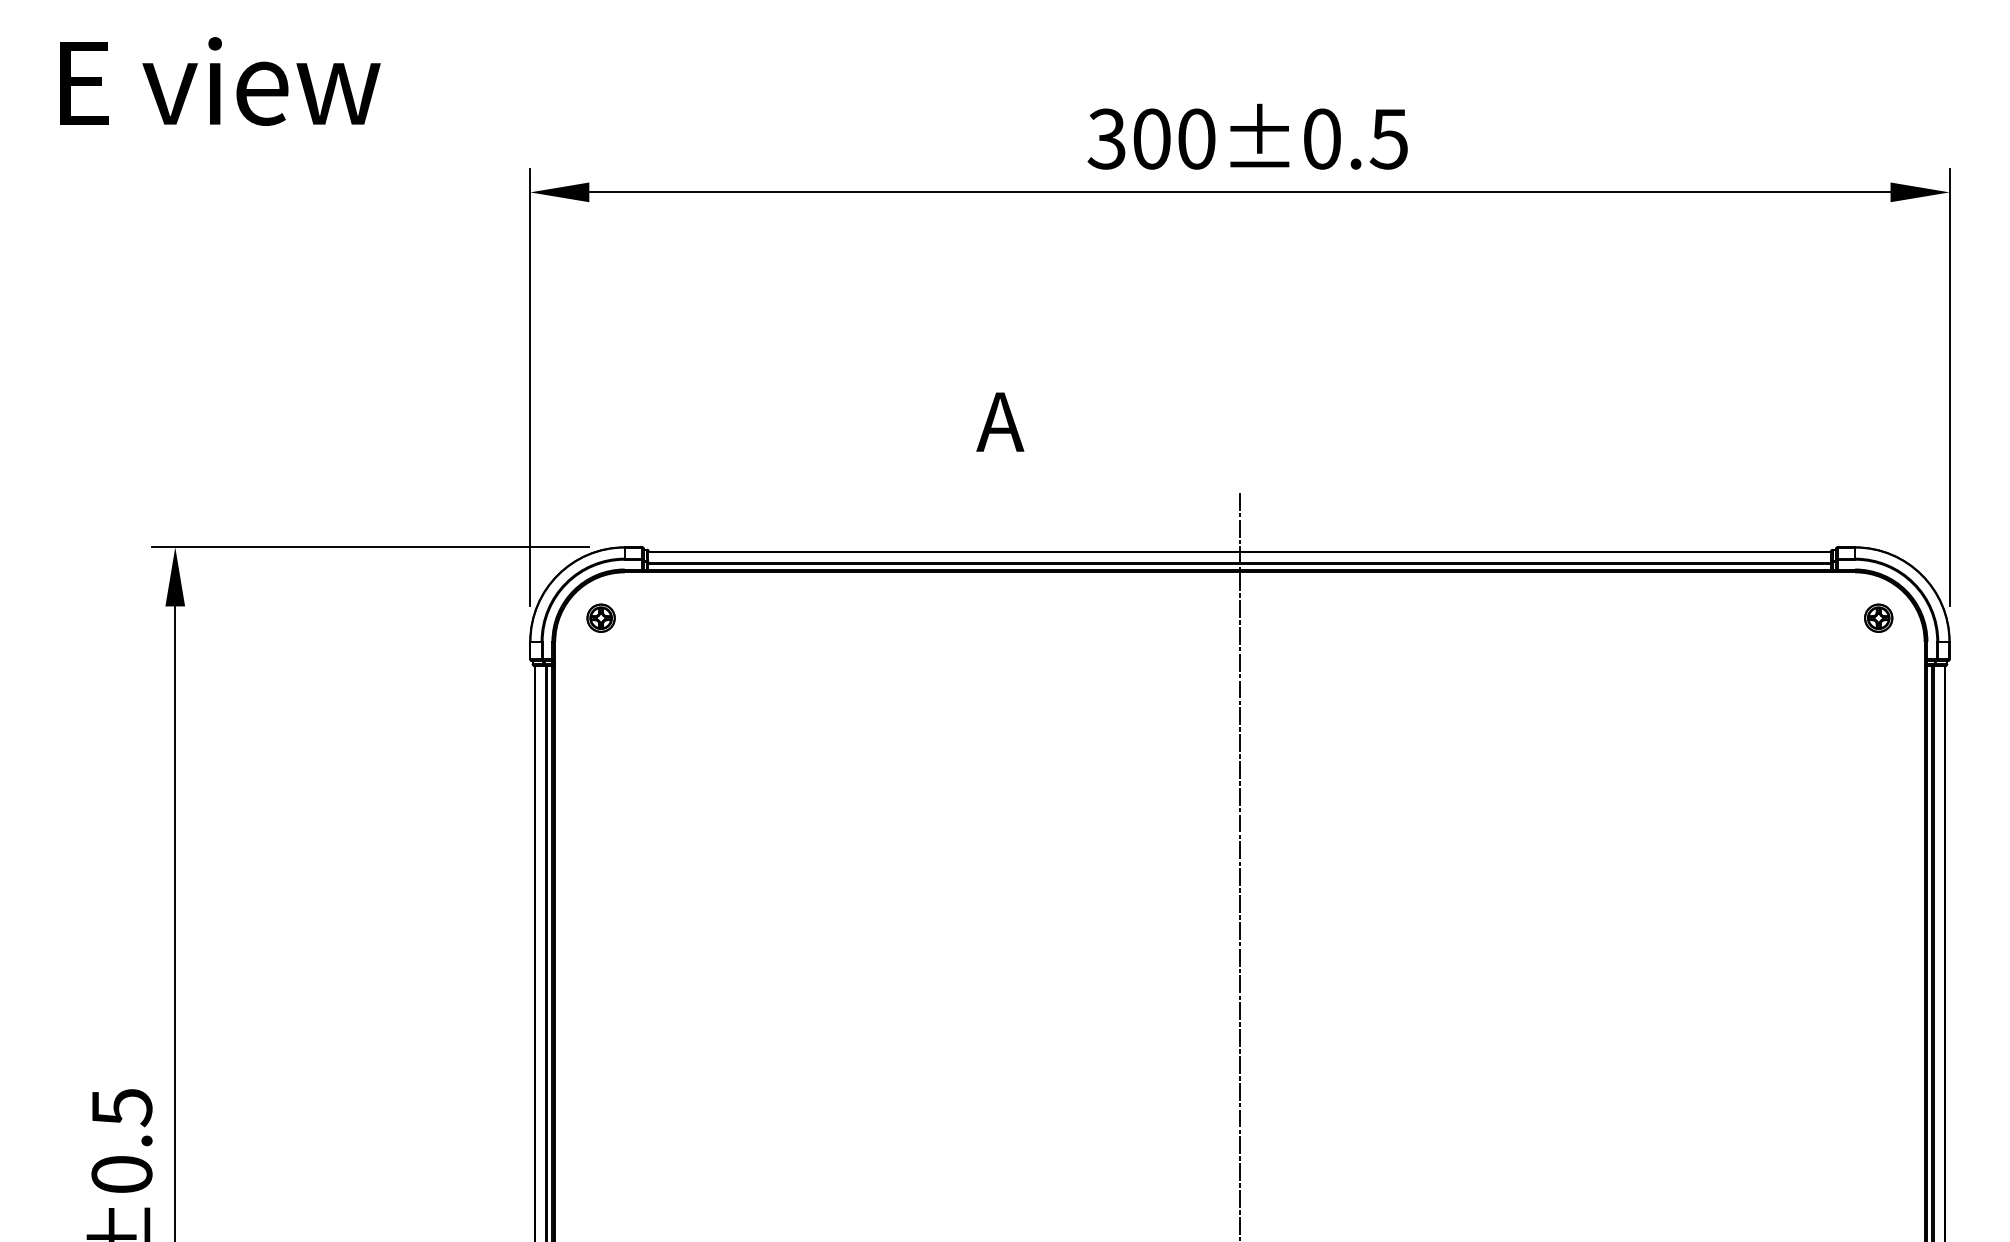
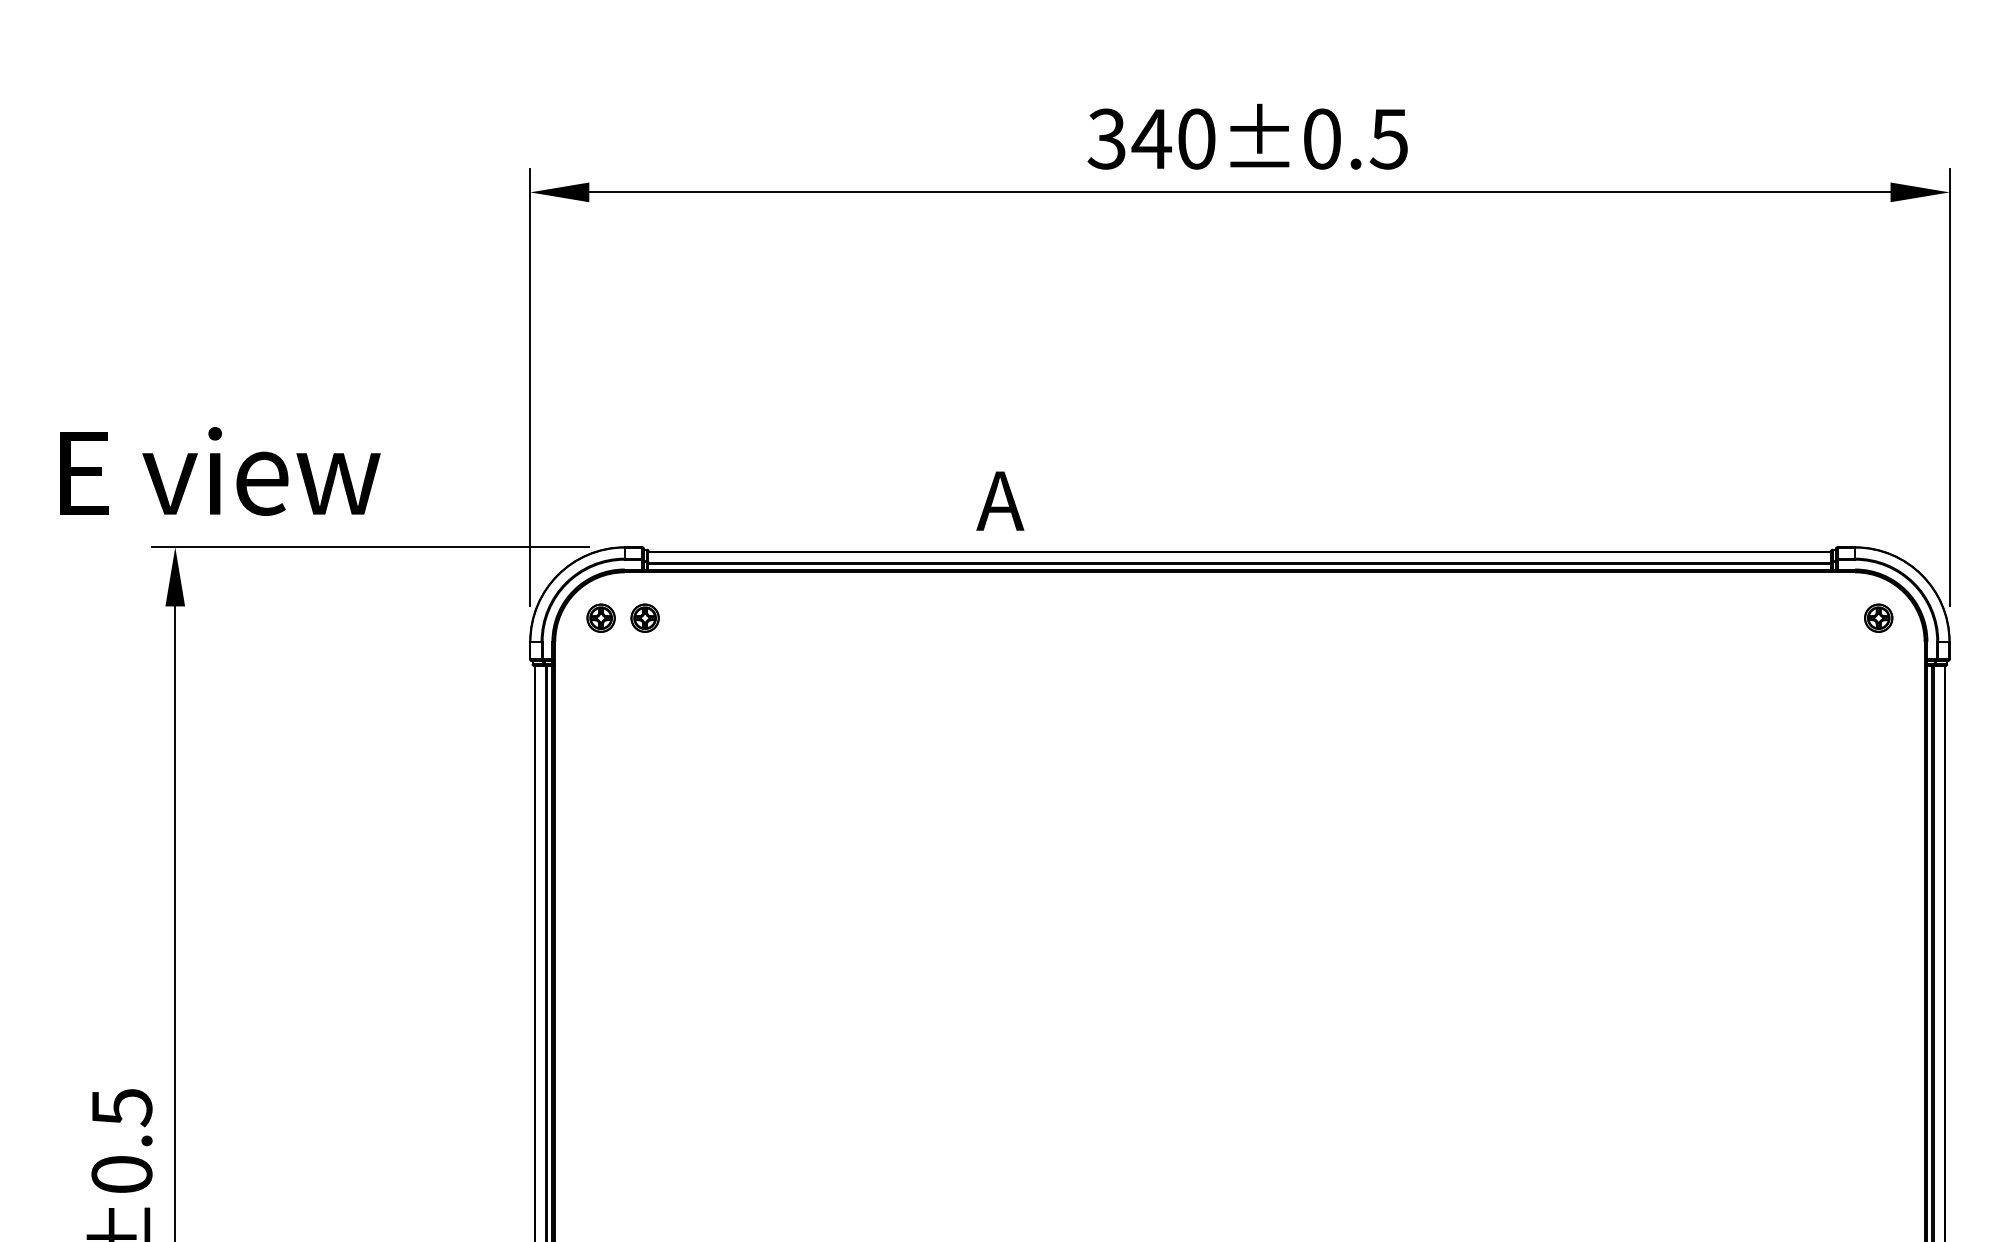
text at (220, 81) position: (220, 81) -> (220, 471)
text at (1151, 138): 300±0.5 -> 340±0.5
text at (1000, 421) position: (1000, 421) -> (1000, 500)
part at (644, 617): none -> present
line at (1239, 865): present -> none
